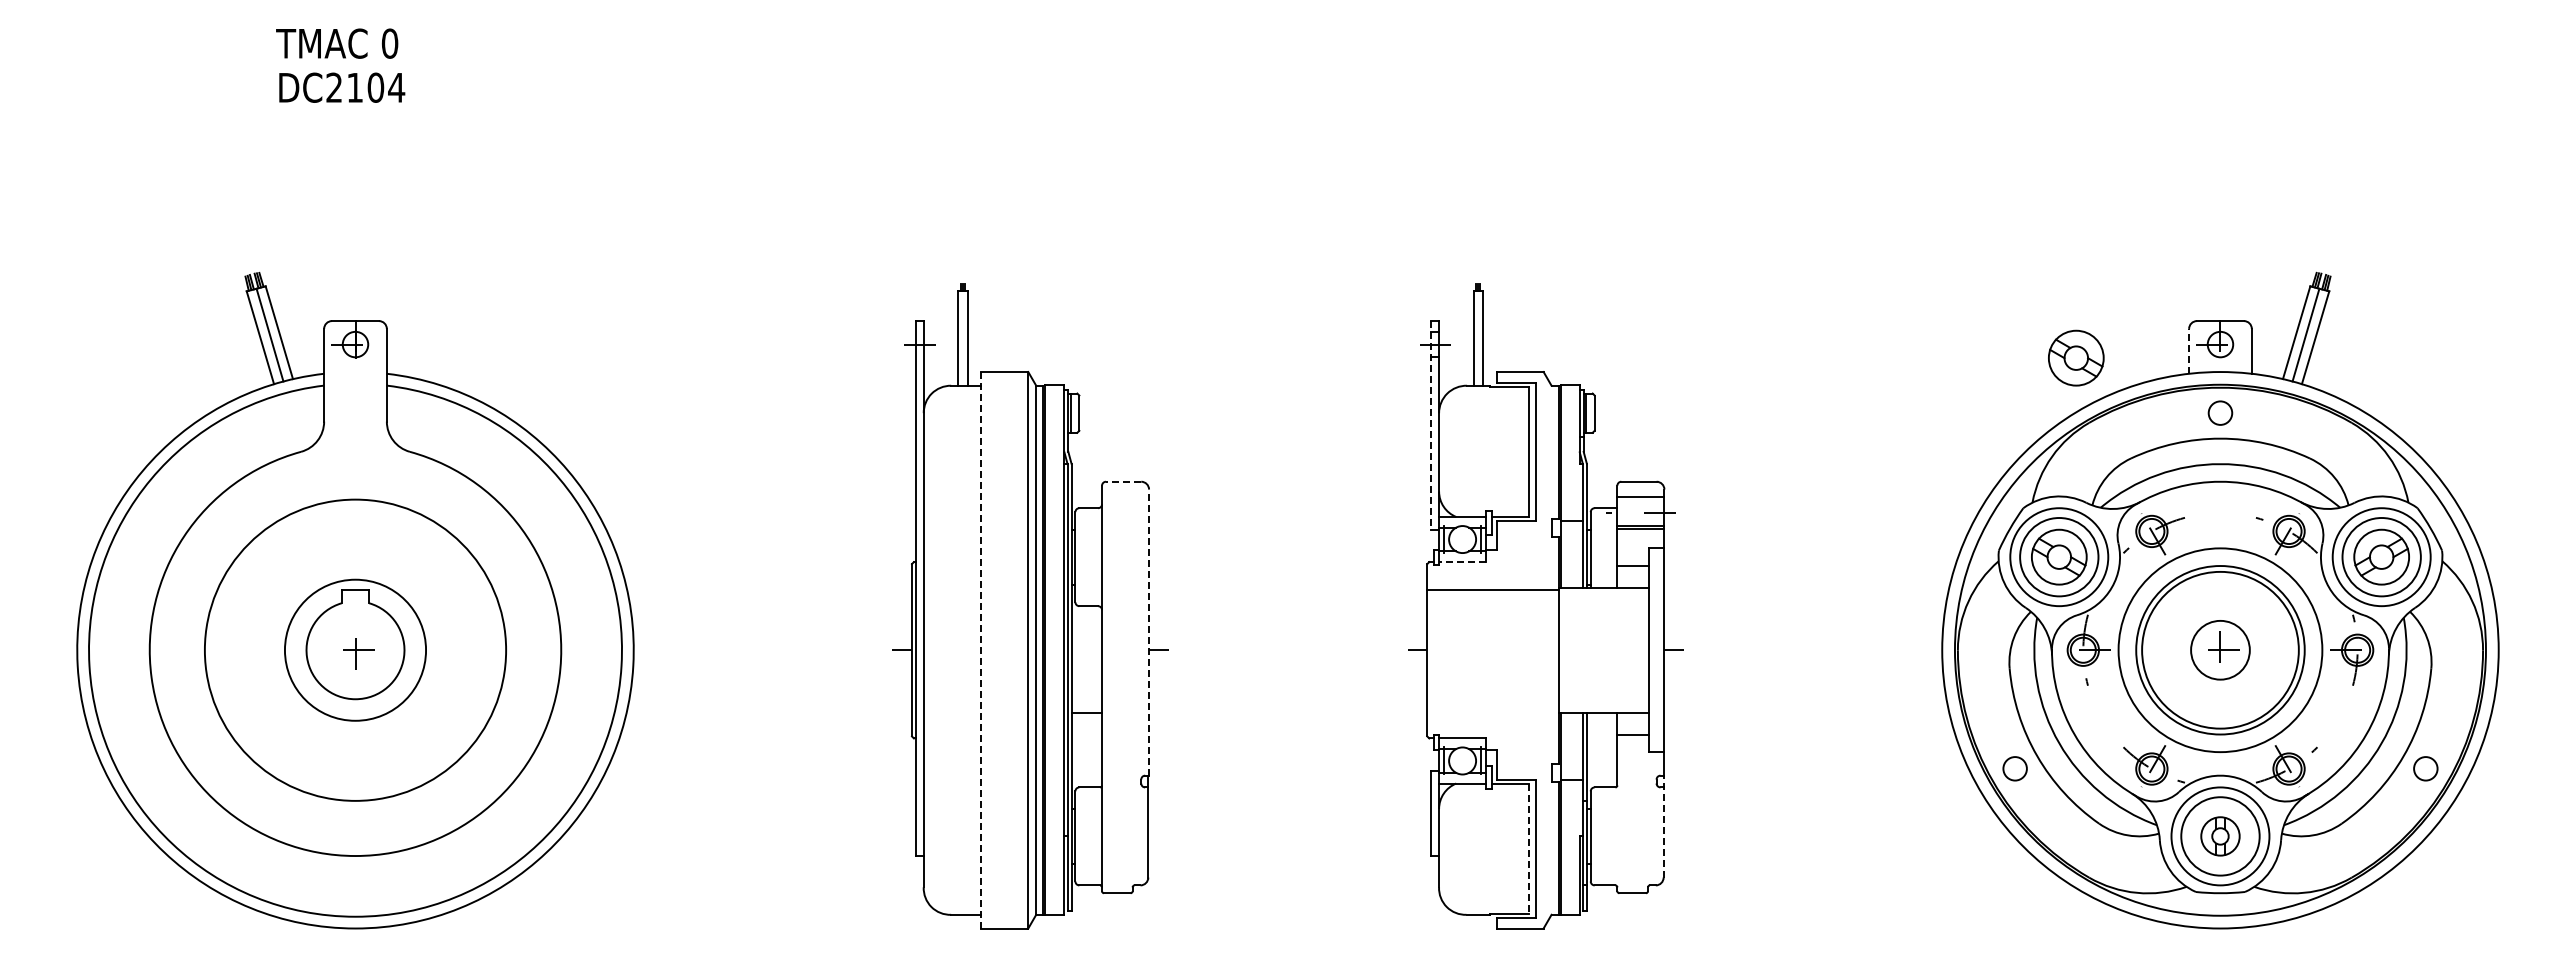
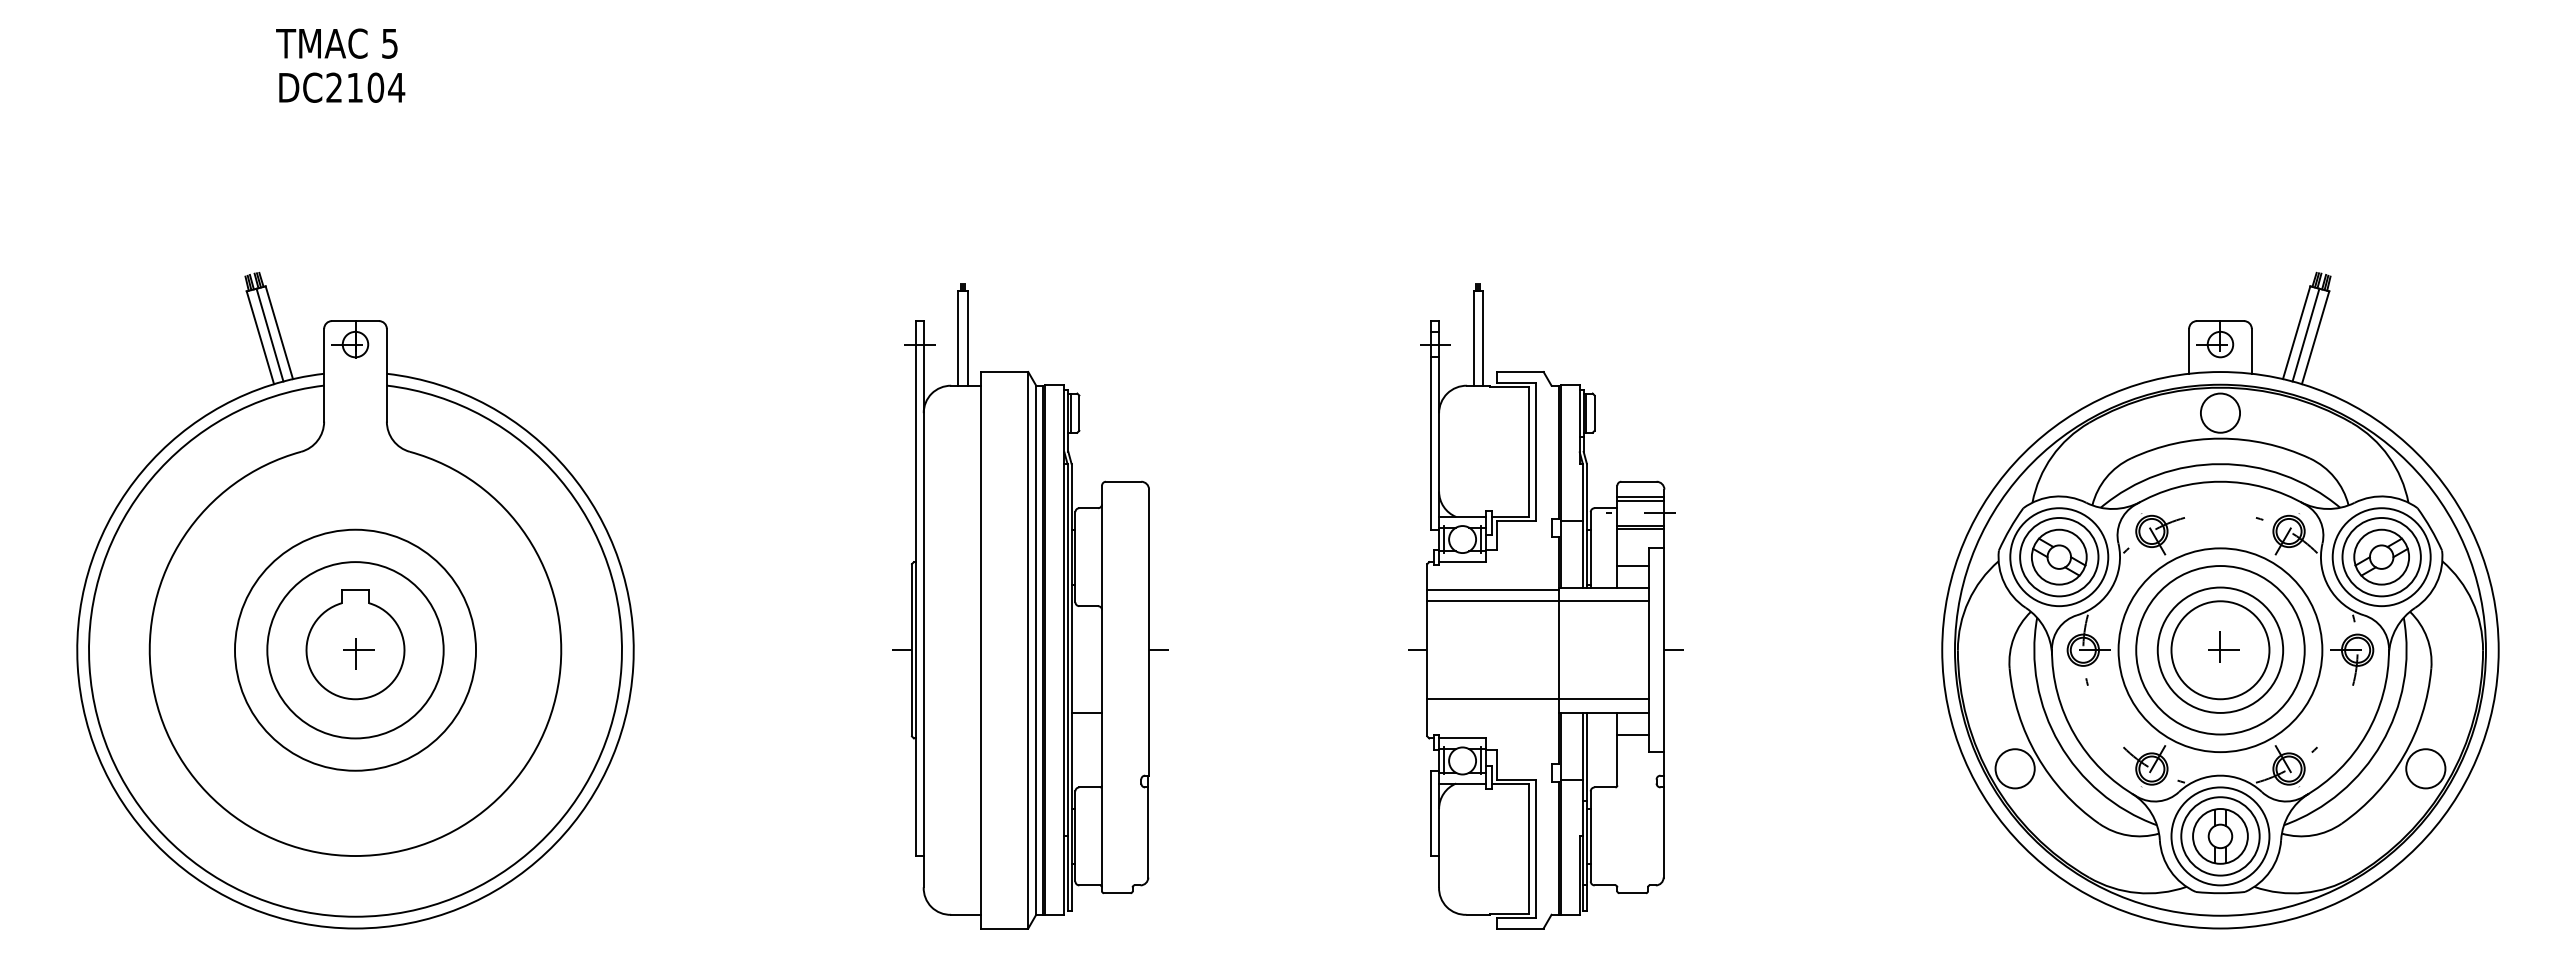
text at (389, 43): 0 -> 5
line at (2189, 350): dashed -> solid
part at (2076, 357): present -> none
circle at (2220, 412) diameter: 24 px -> 39 px
line at (1431, 425): dashed -> solid
line at (1123, 481): dashed -> solid
line at (1640, 500): none -> present
line at (1462, 562): dashed -> solid
line at (1537, 601): none -> present
line at (1149, 632): dashed -> solid
circle at (355, 649) diameter: 141 px -> 176 px
circle at (355, 649) diameter: 301 px -> 241 px
line at (981, 649): dashed -> solid
circle at (2220, 649) diameter: 157 px -> 125 px
circle at (2220, 649) diameter: 59 px -> 98 px
line at (1537, 699): none -> present
circle at (2014, 768) diameter: 24 px -> 39 px
circle at (2425, 768) diameter: 24 px -> 39 px
line at (1663, 826): dashed -> solid
part at (2220, 836) size: 41x41 px -> 57x57 px
line at (1529, 849): dashed -> solid
